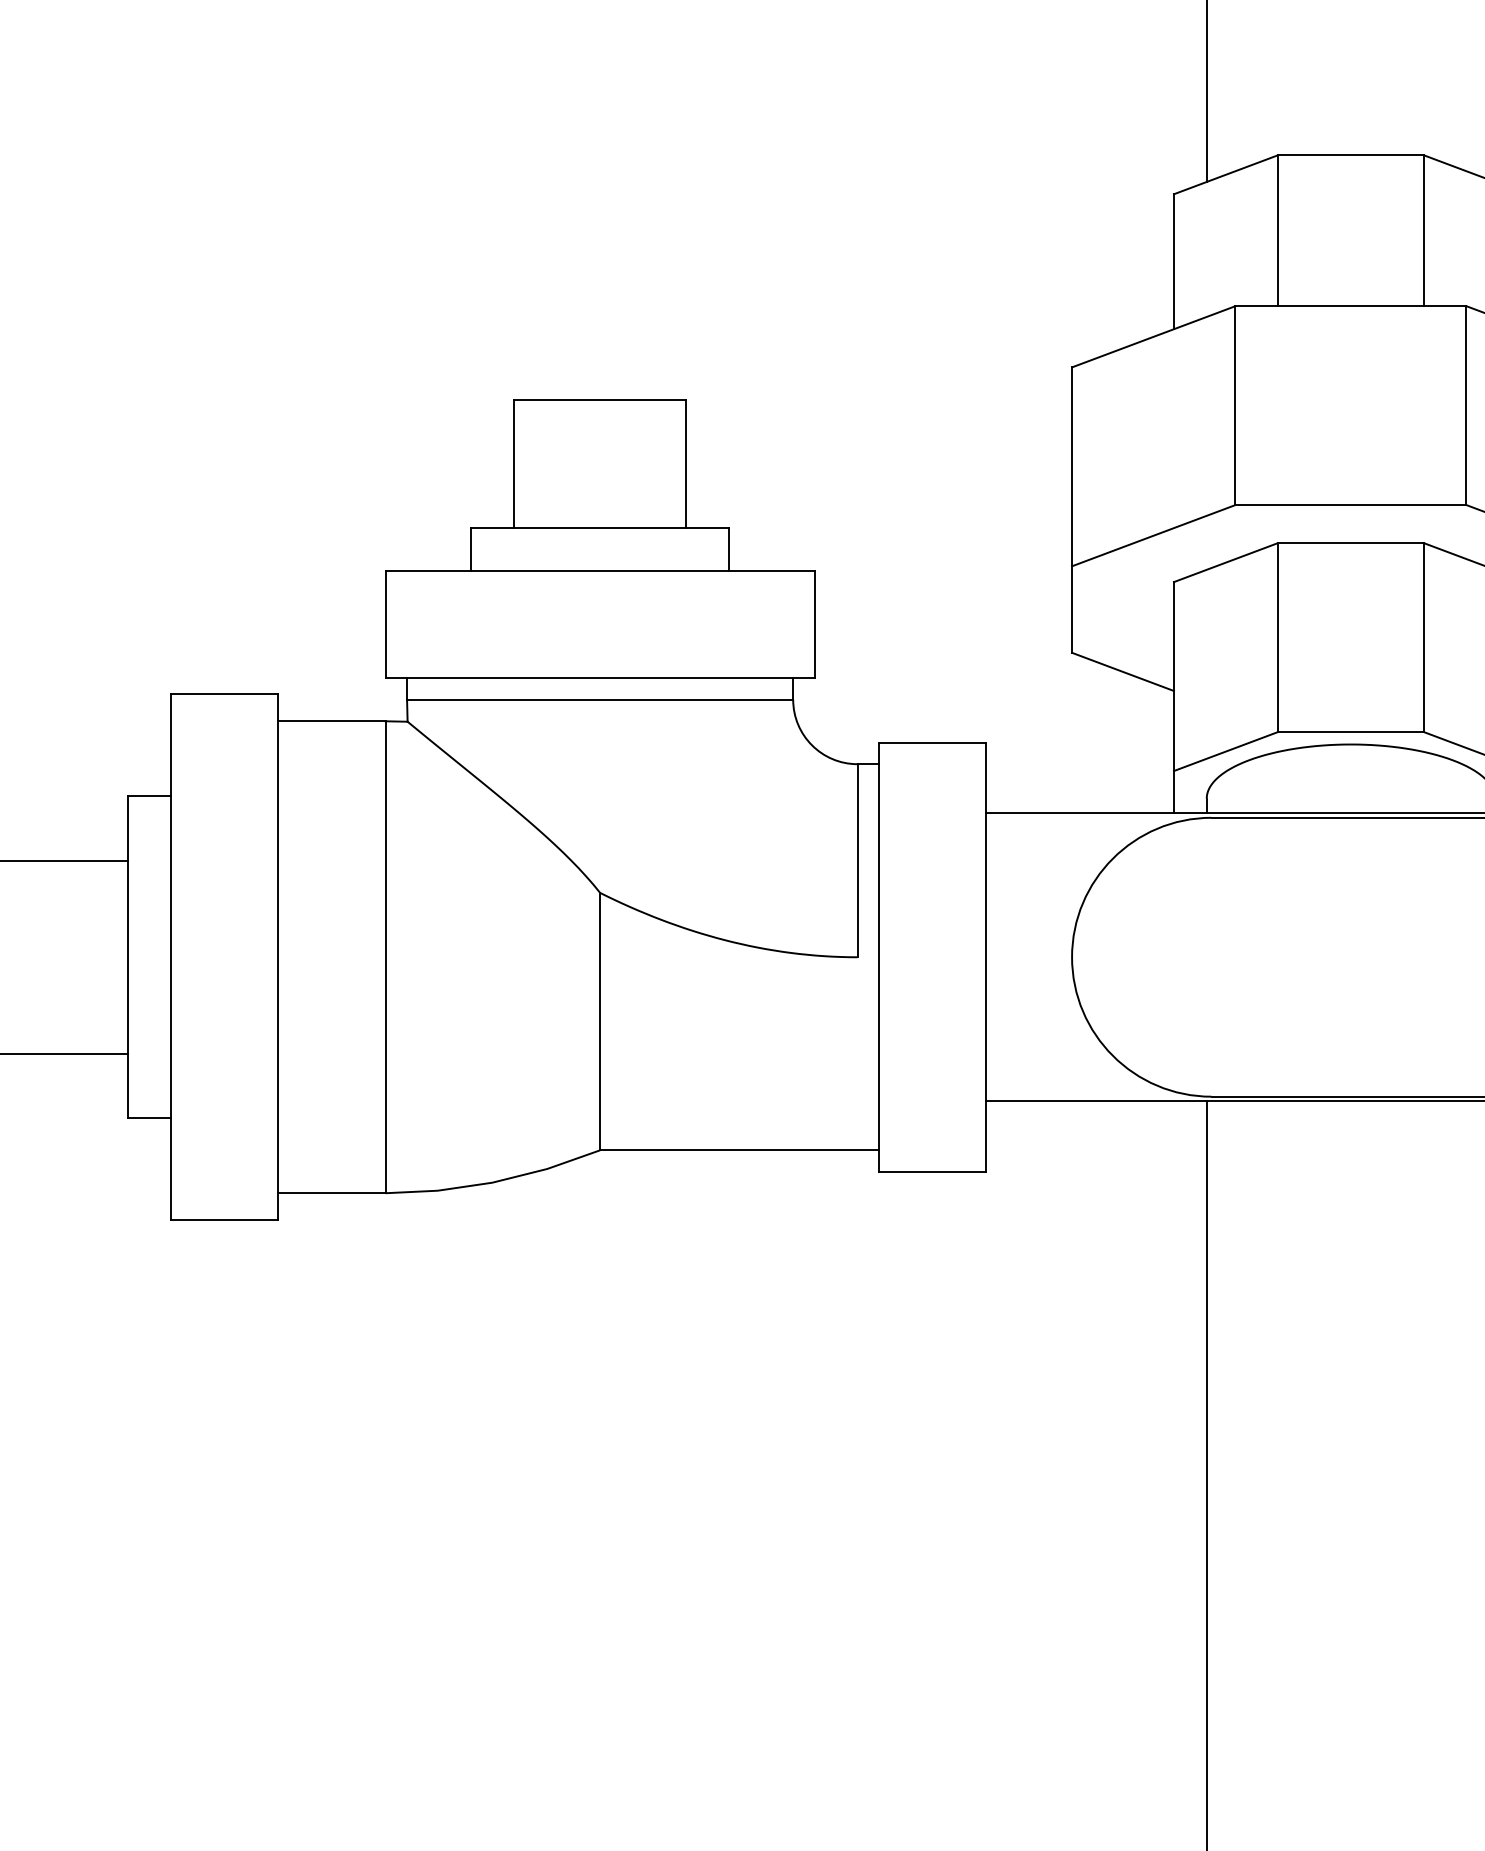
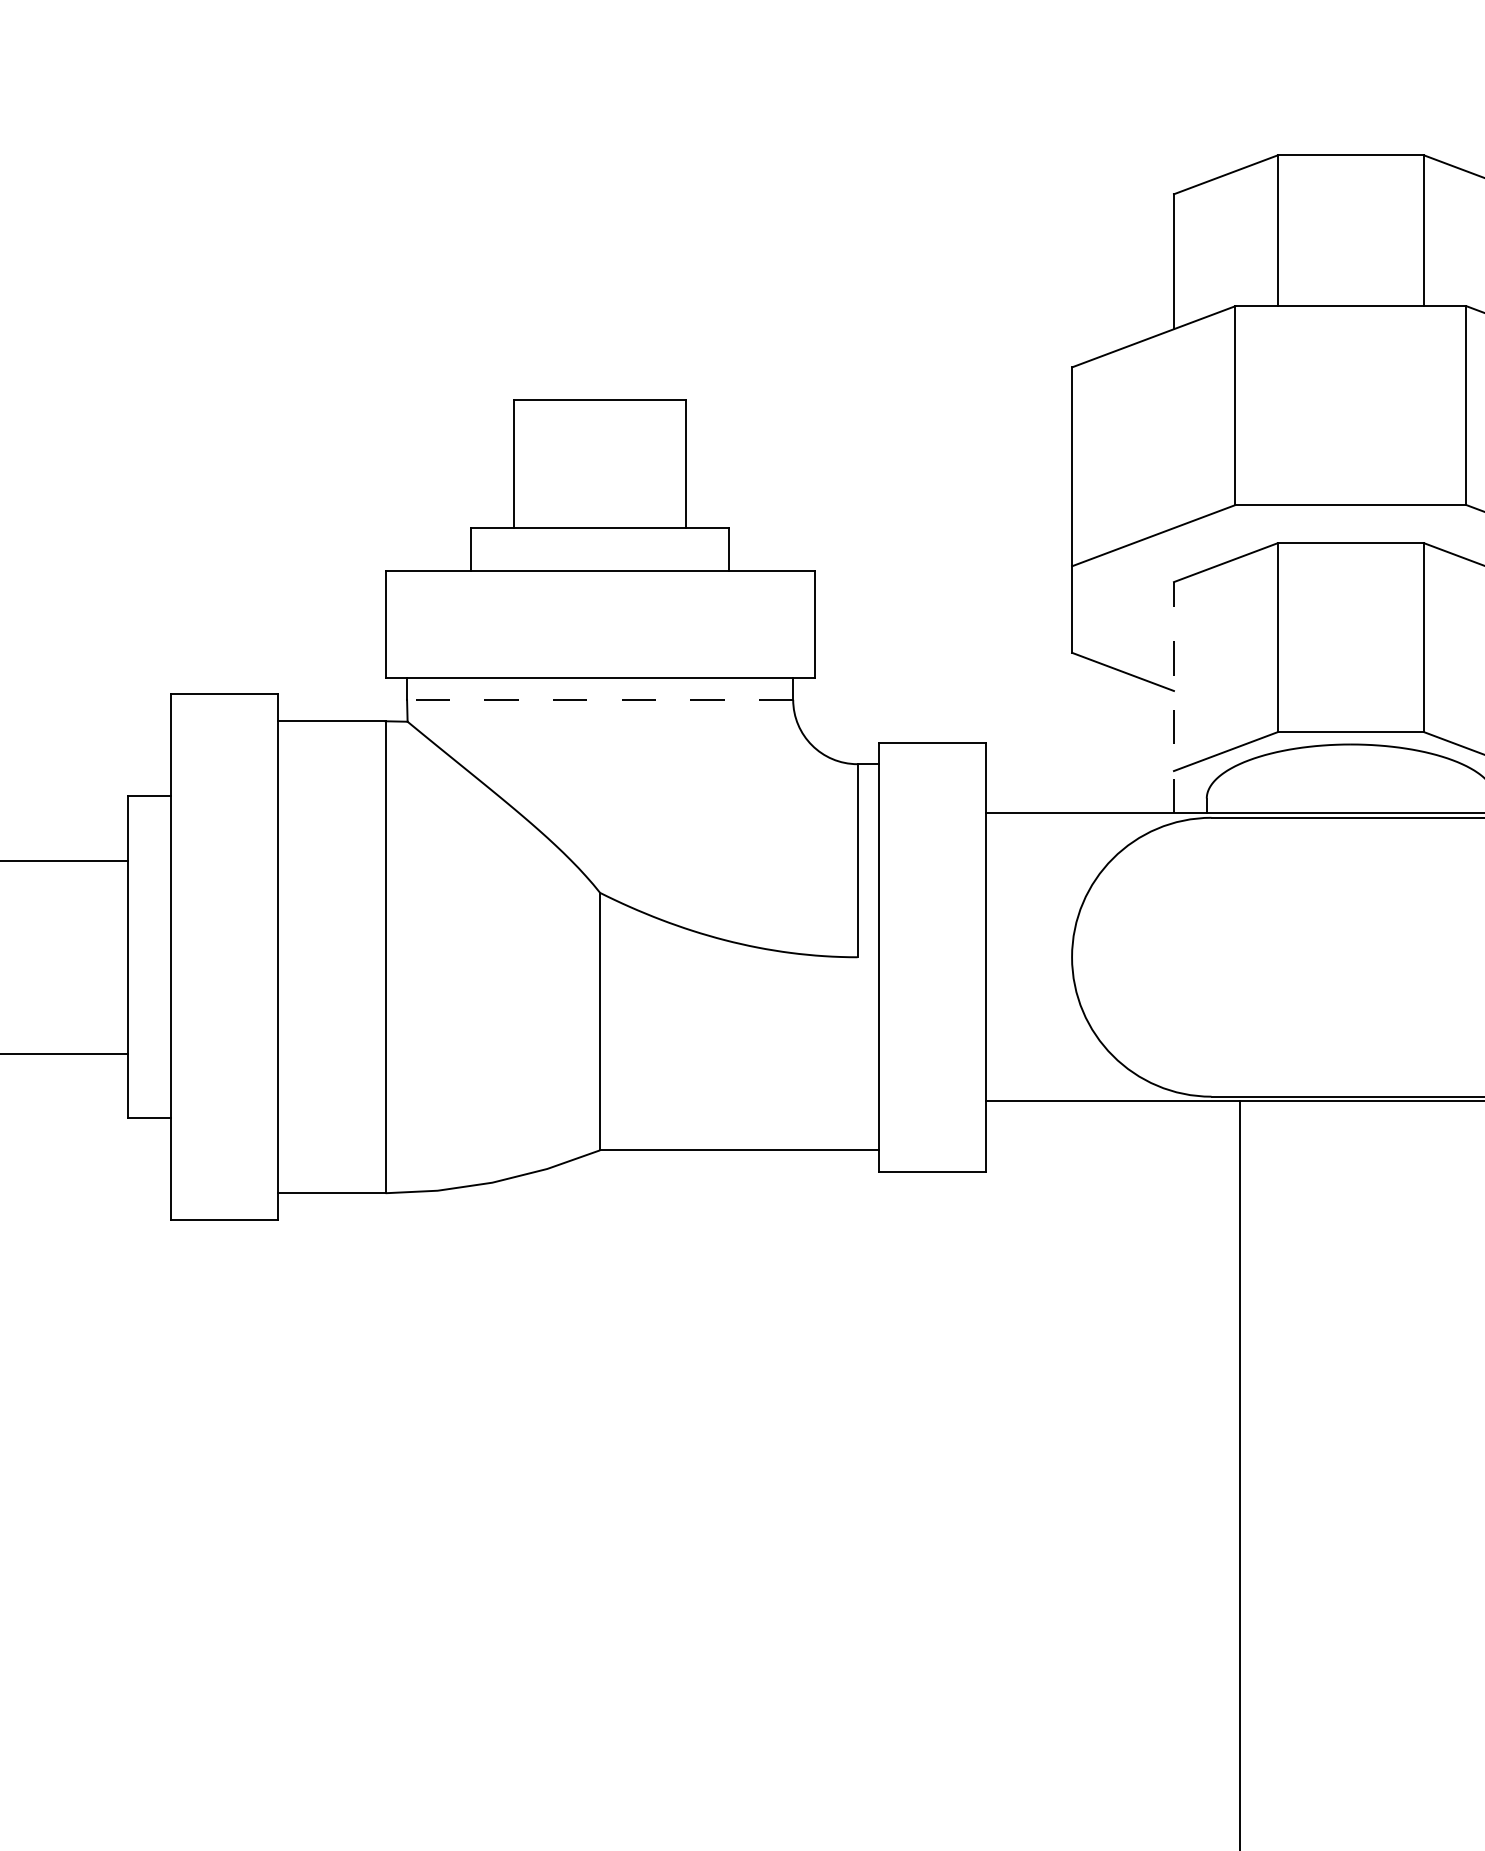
line at (1206, 91): present -> none
line at (1173, 697): solid -> dashed
line at (599, 699): solid -> dashed
line at (1206, 1474) position: (1206, 1474) -> (1239, 1474)
